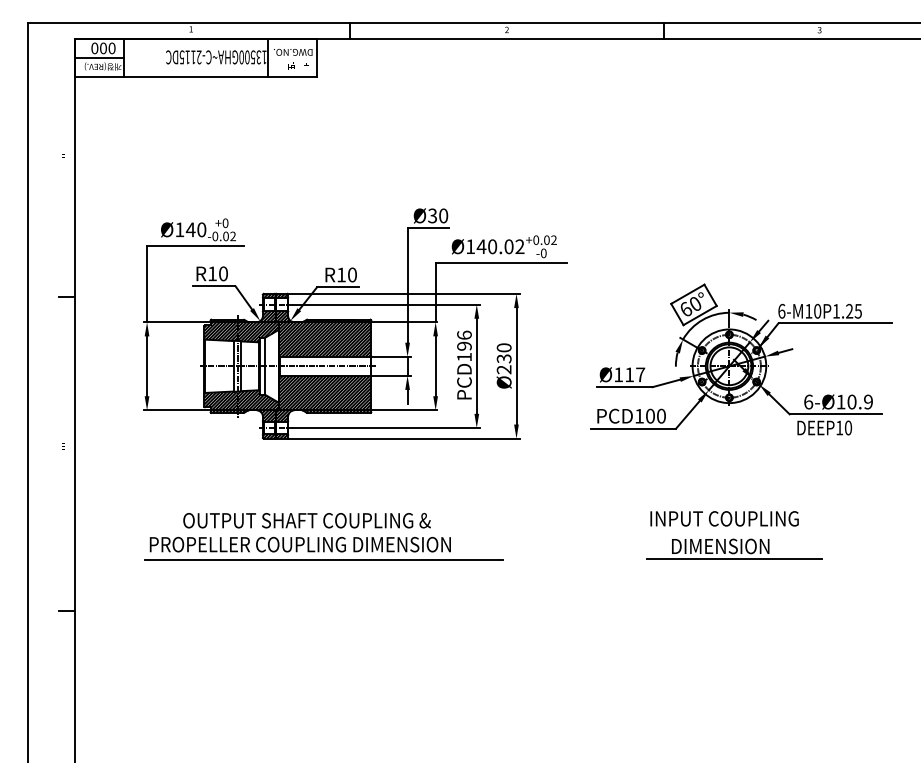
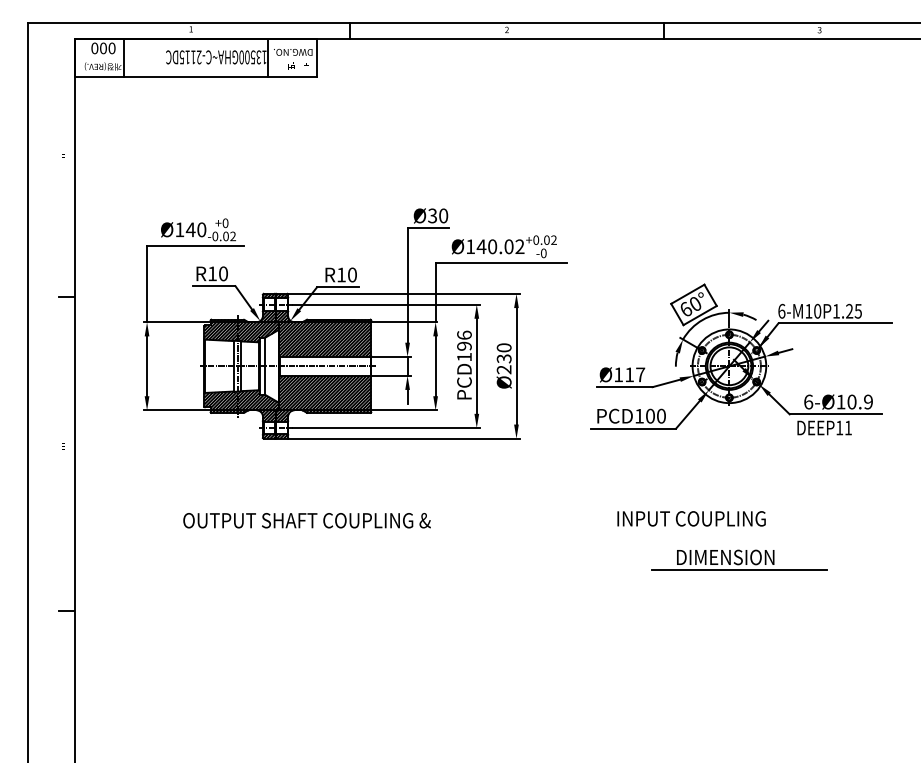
line at (98, 58): present -> none
text at (848, 427): DEEP10 -> DEEP11
text at (724, 518) position: (724, 518) -> (691, 518)
part at (323, 548): present -> none
part at (734, 548) position: (734, 548) -> (739, 559)
